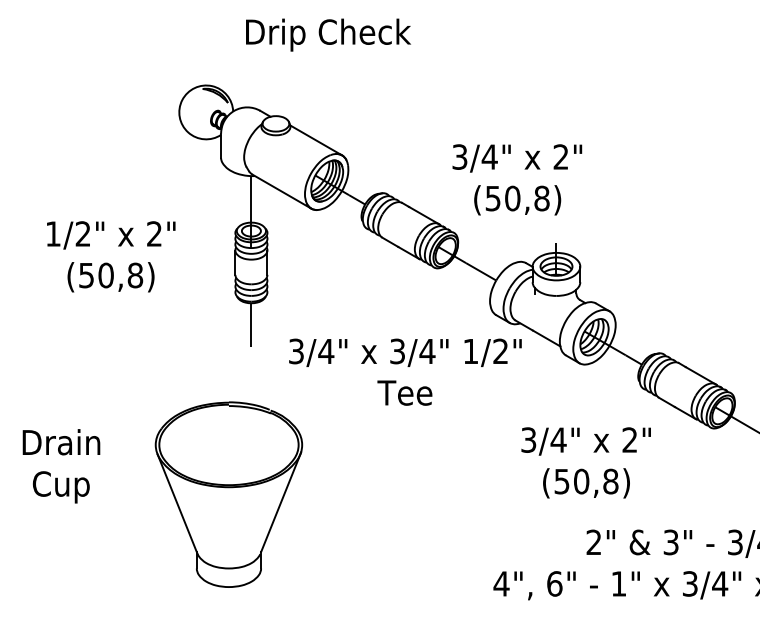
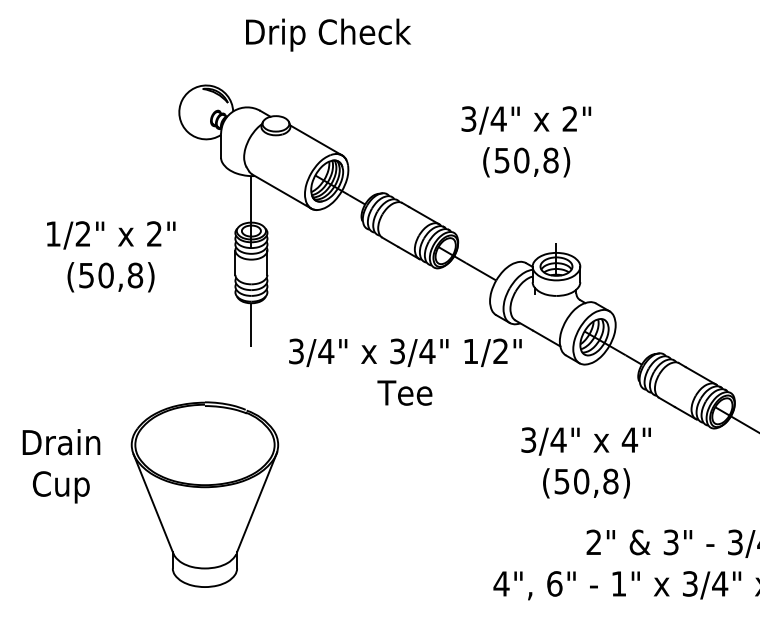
text at (517, 179) position: (517, 179) -> (526, 141)
text at (629, 439): 2" -> 4"
part at (228, 494) position: (228, 494) -> (204, 494)
